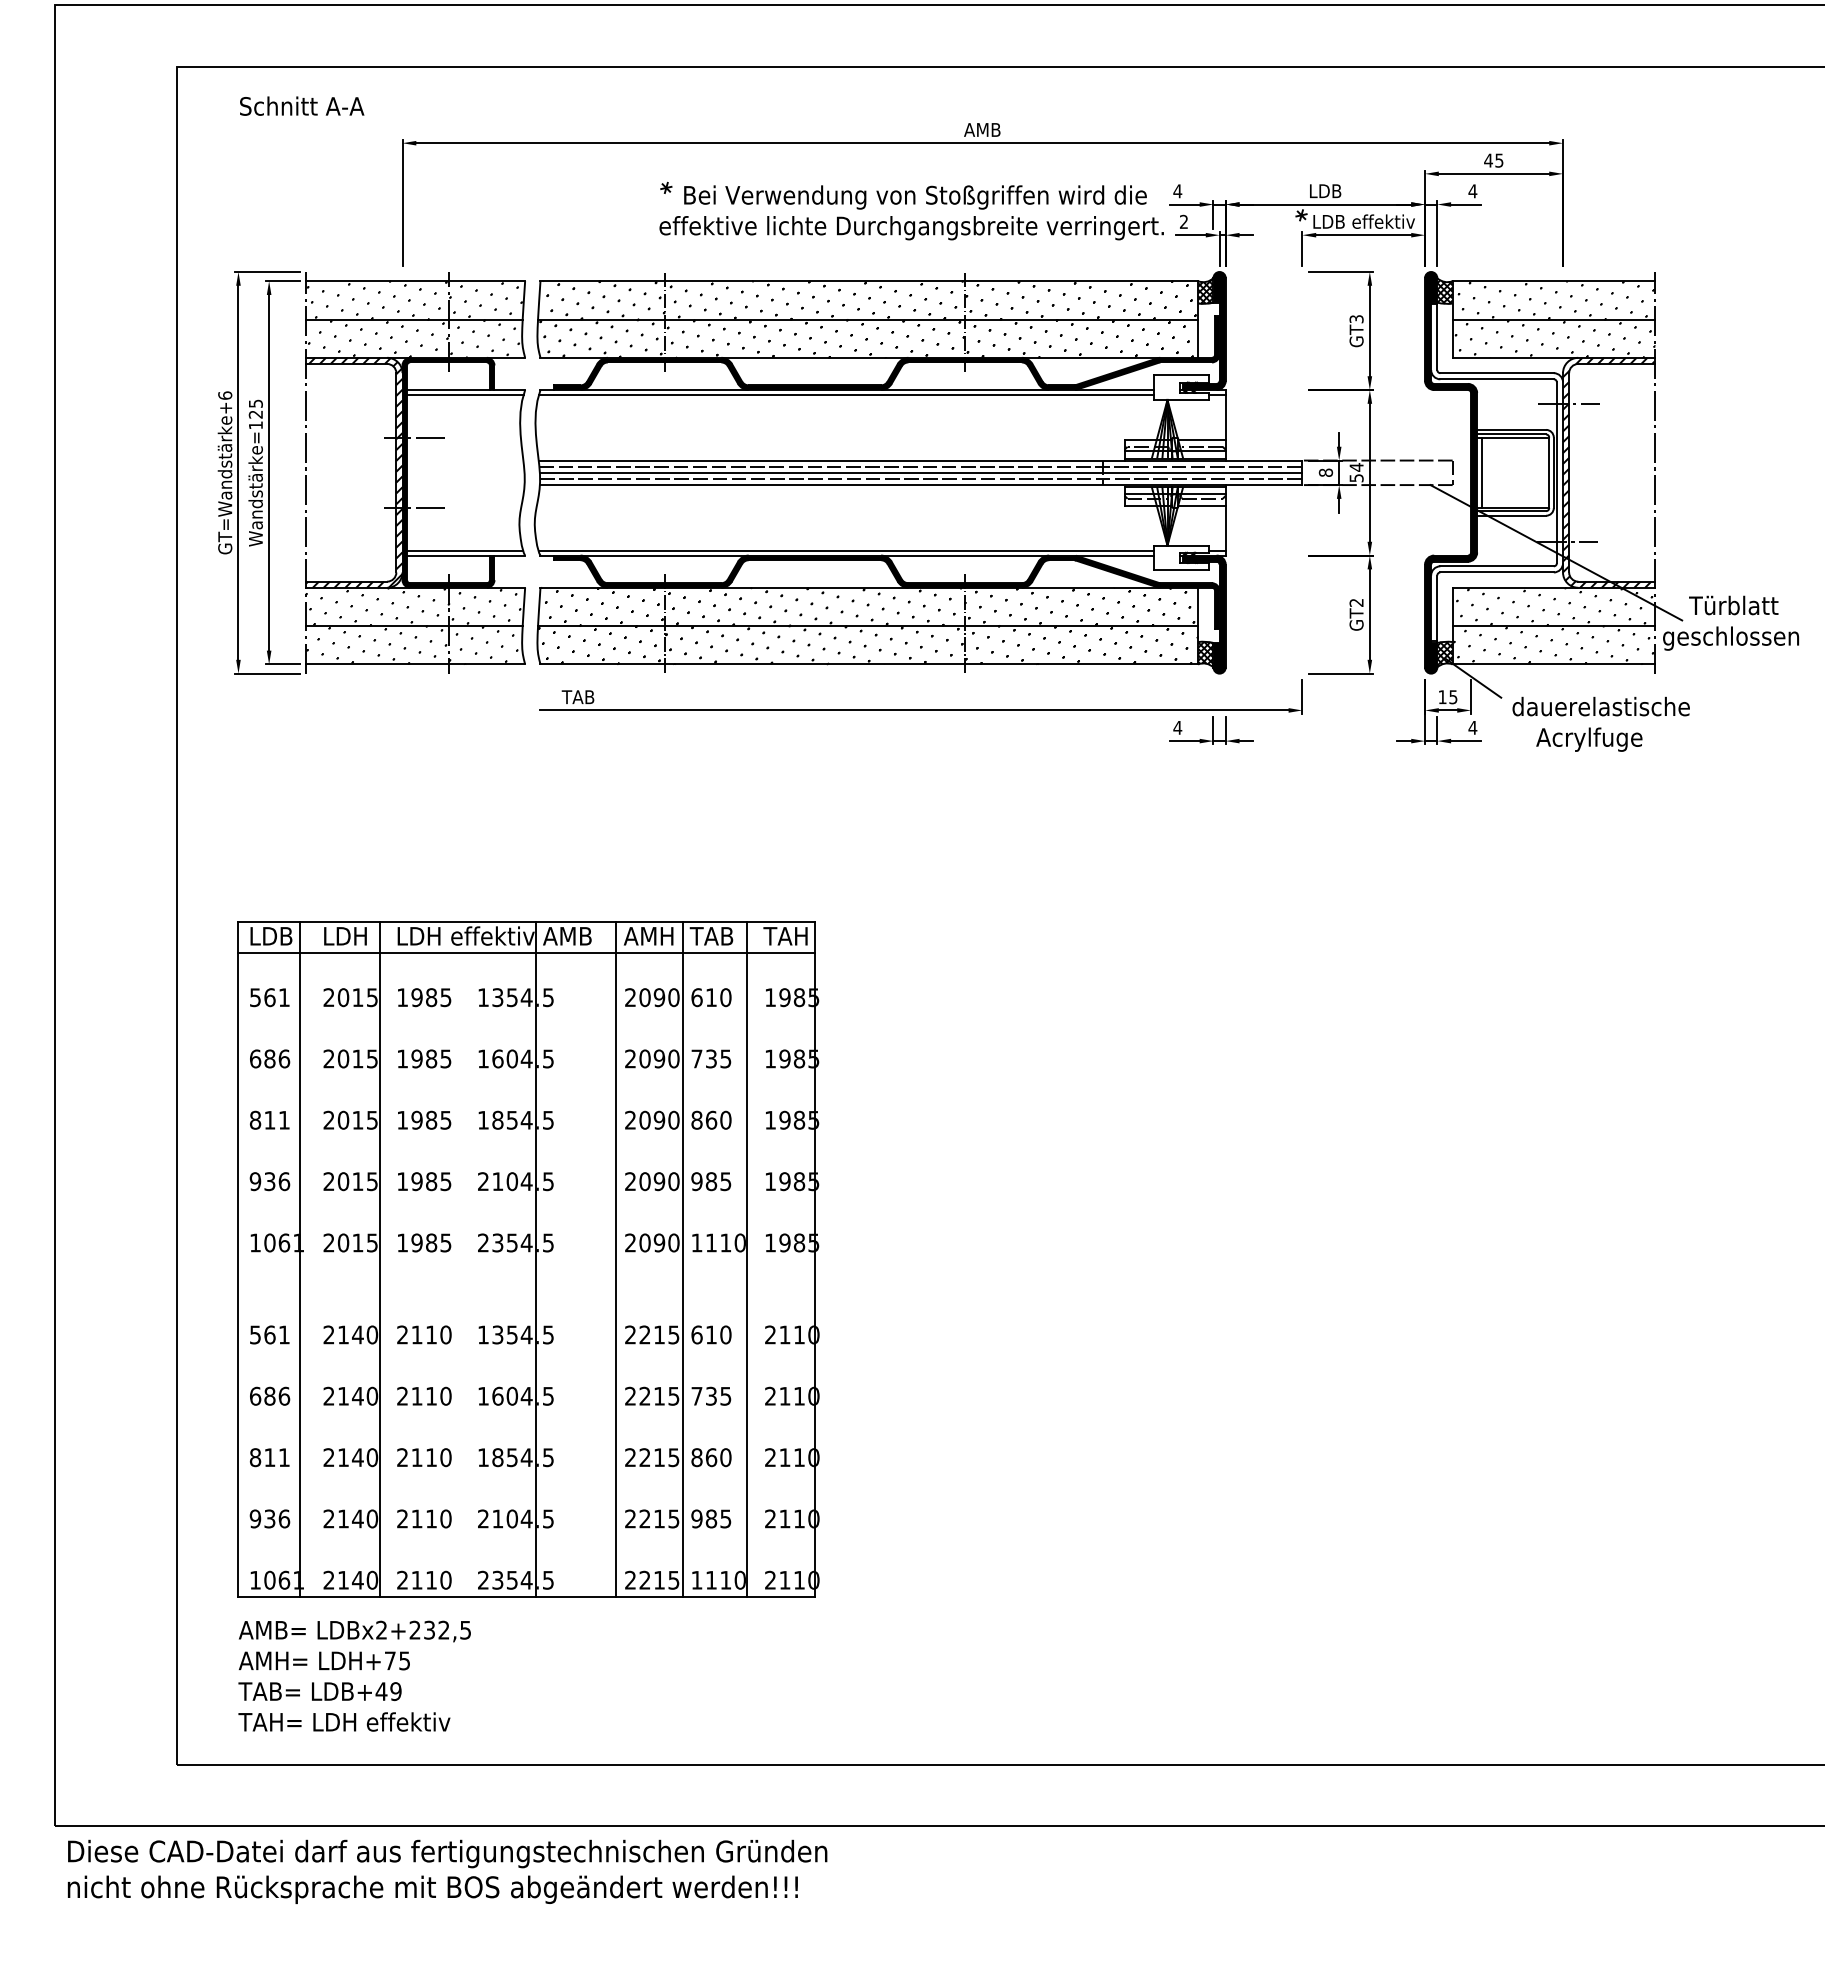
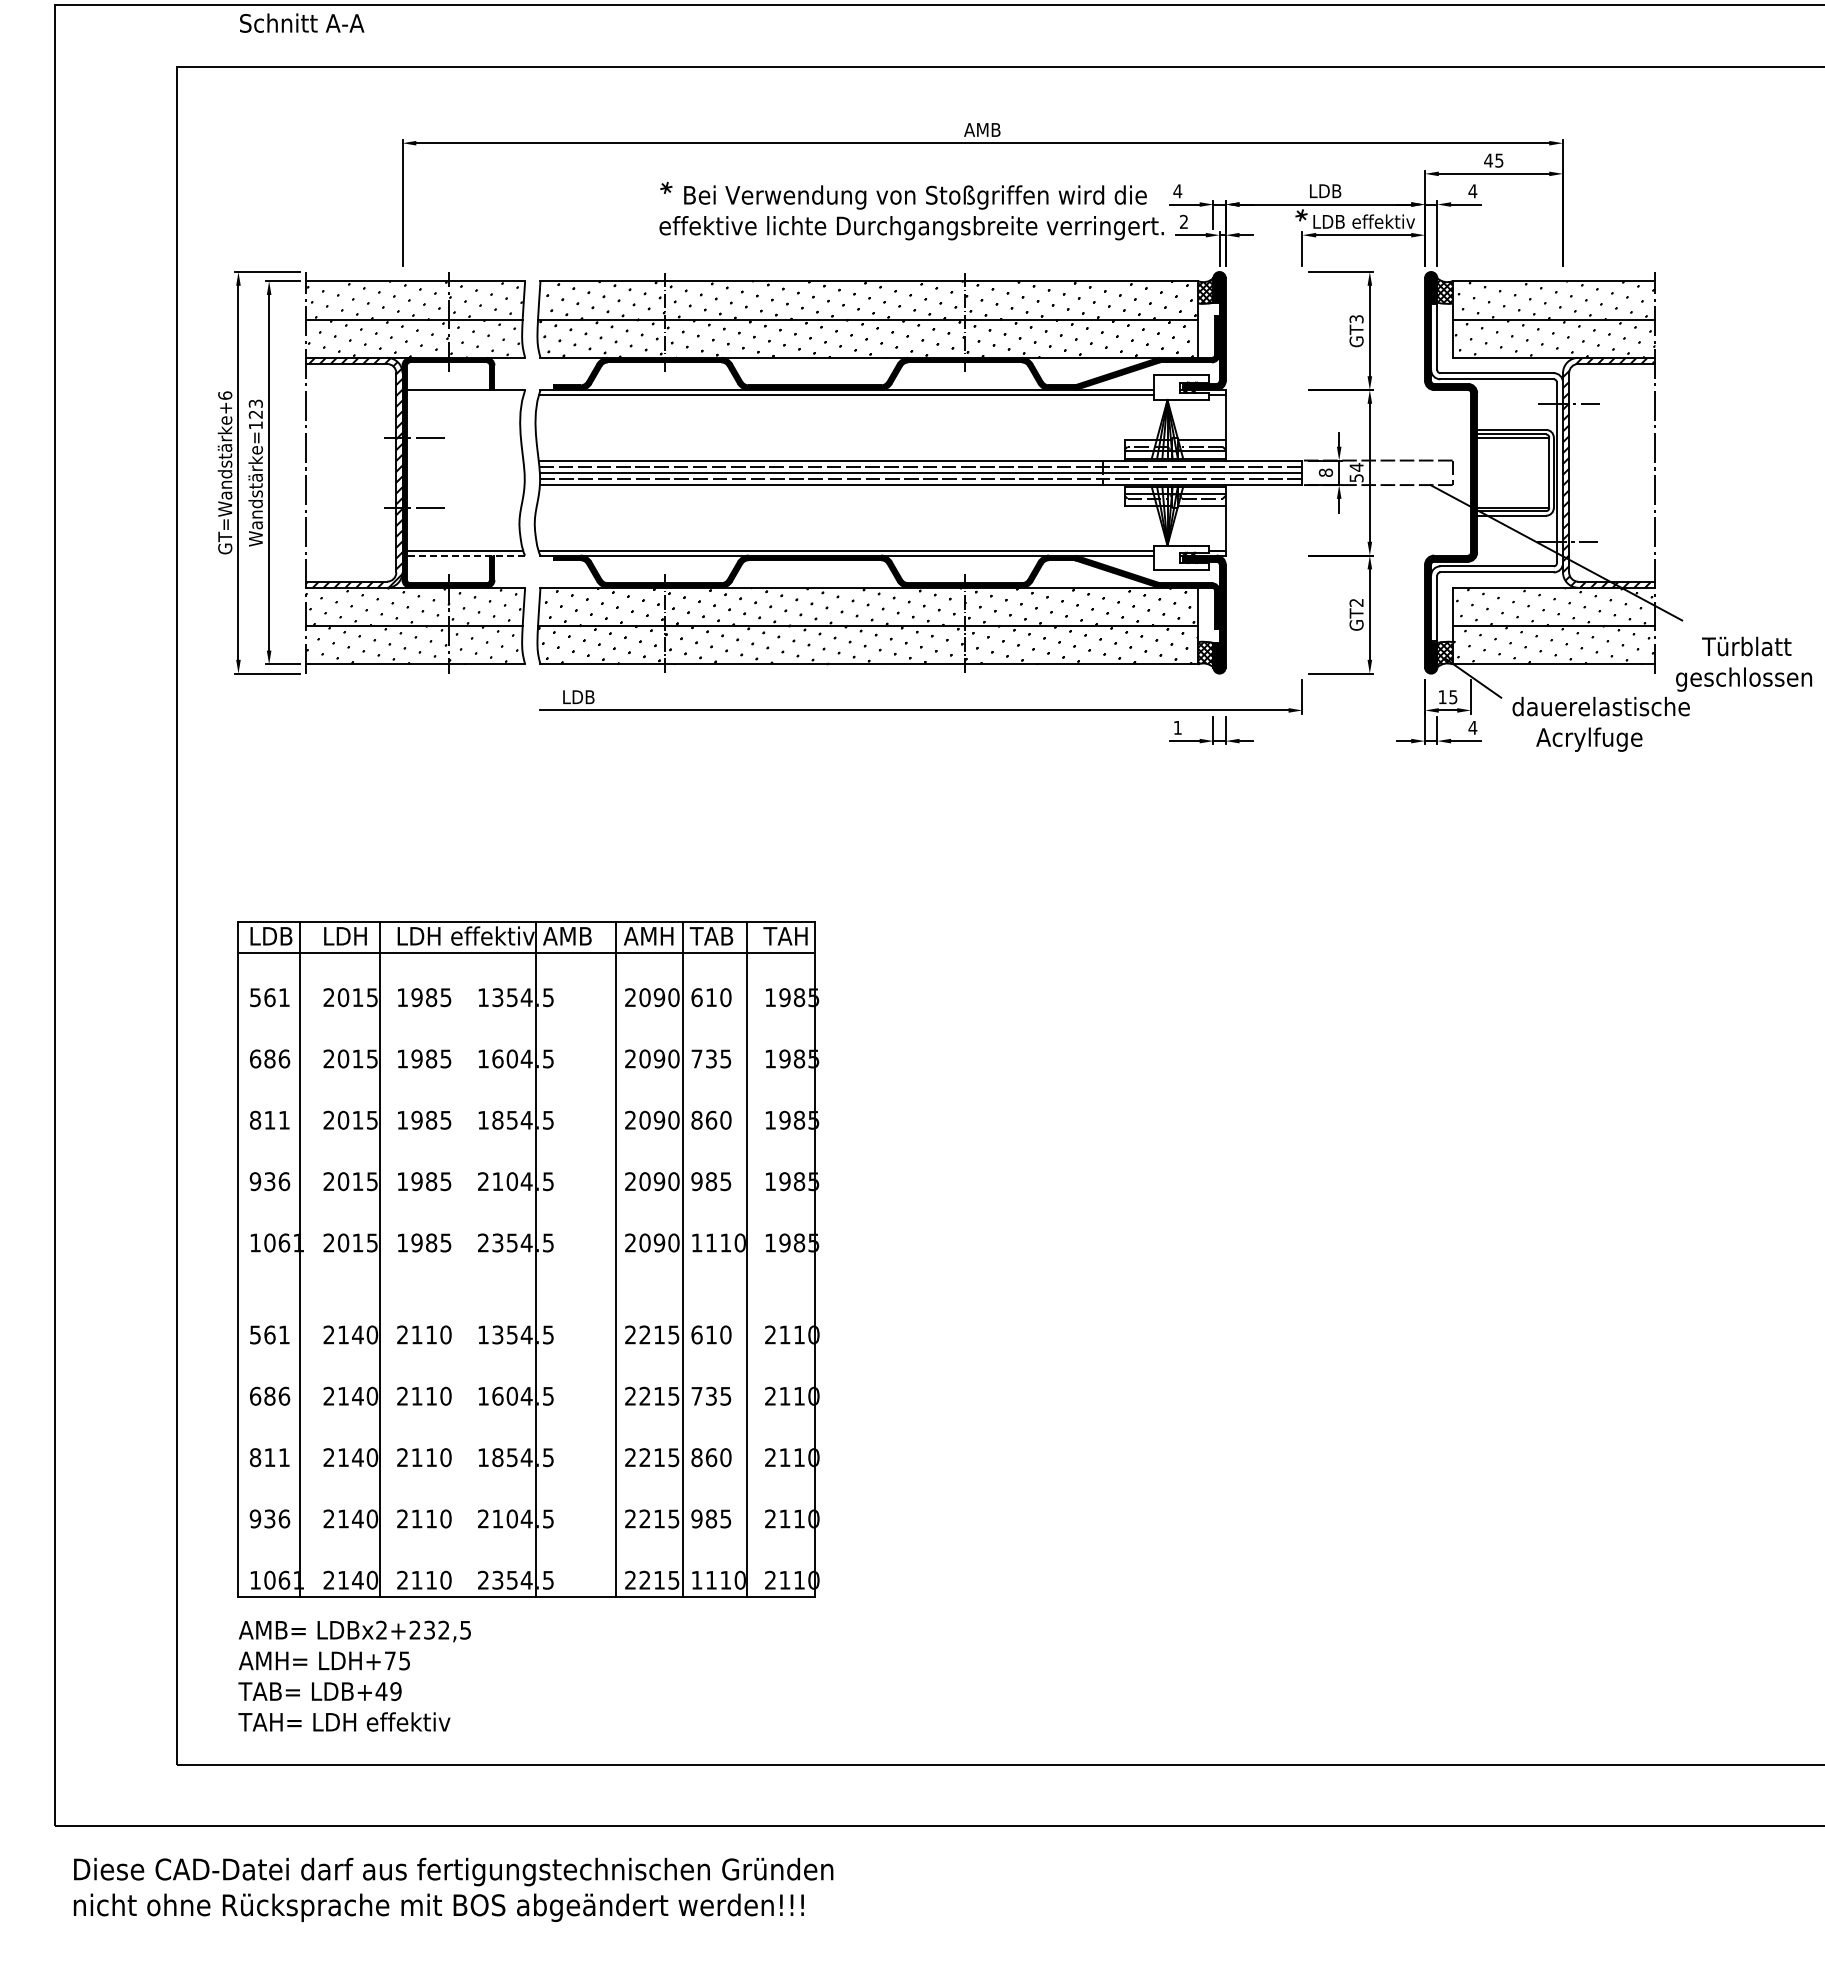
text at (302, 105) position: (302, 105) -> (302, 22)
line at (465, 394): present -> none
text at (255, 403): Wandstärke=125 -> Wandstärke=123
line at (1481, 472): present -> none
line at (465, 555): solid -> dashed
text at (1730, 622) position: (1730, 622) -> (1743, 663)
text at (577, 697): TAB -> LDB
text at (1177, 727): 4 -> 1
text at (447, 1871) position: (447, 1871) -> (453, 1889)
